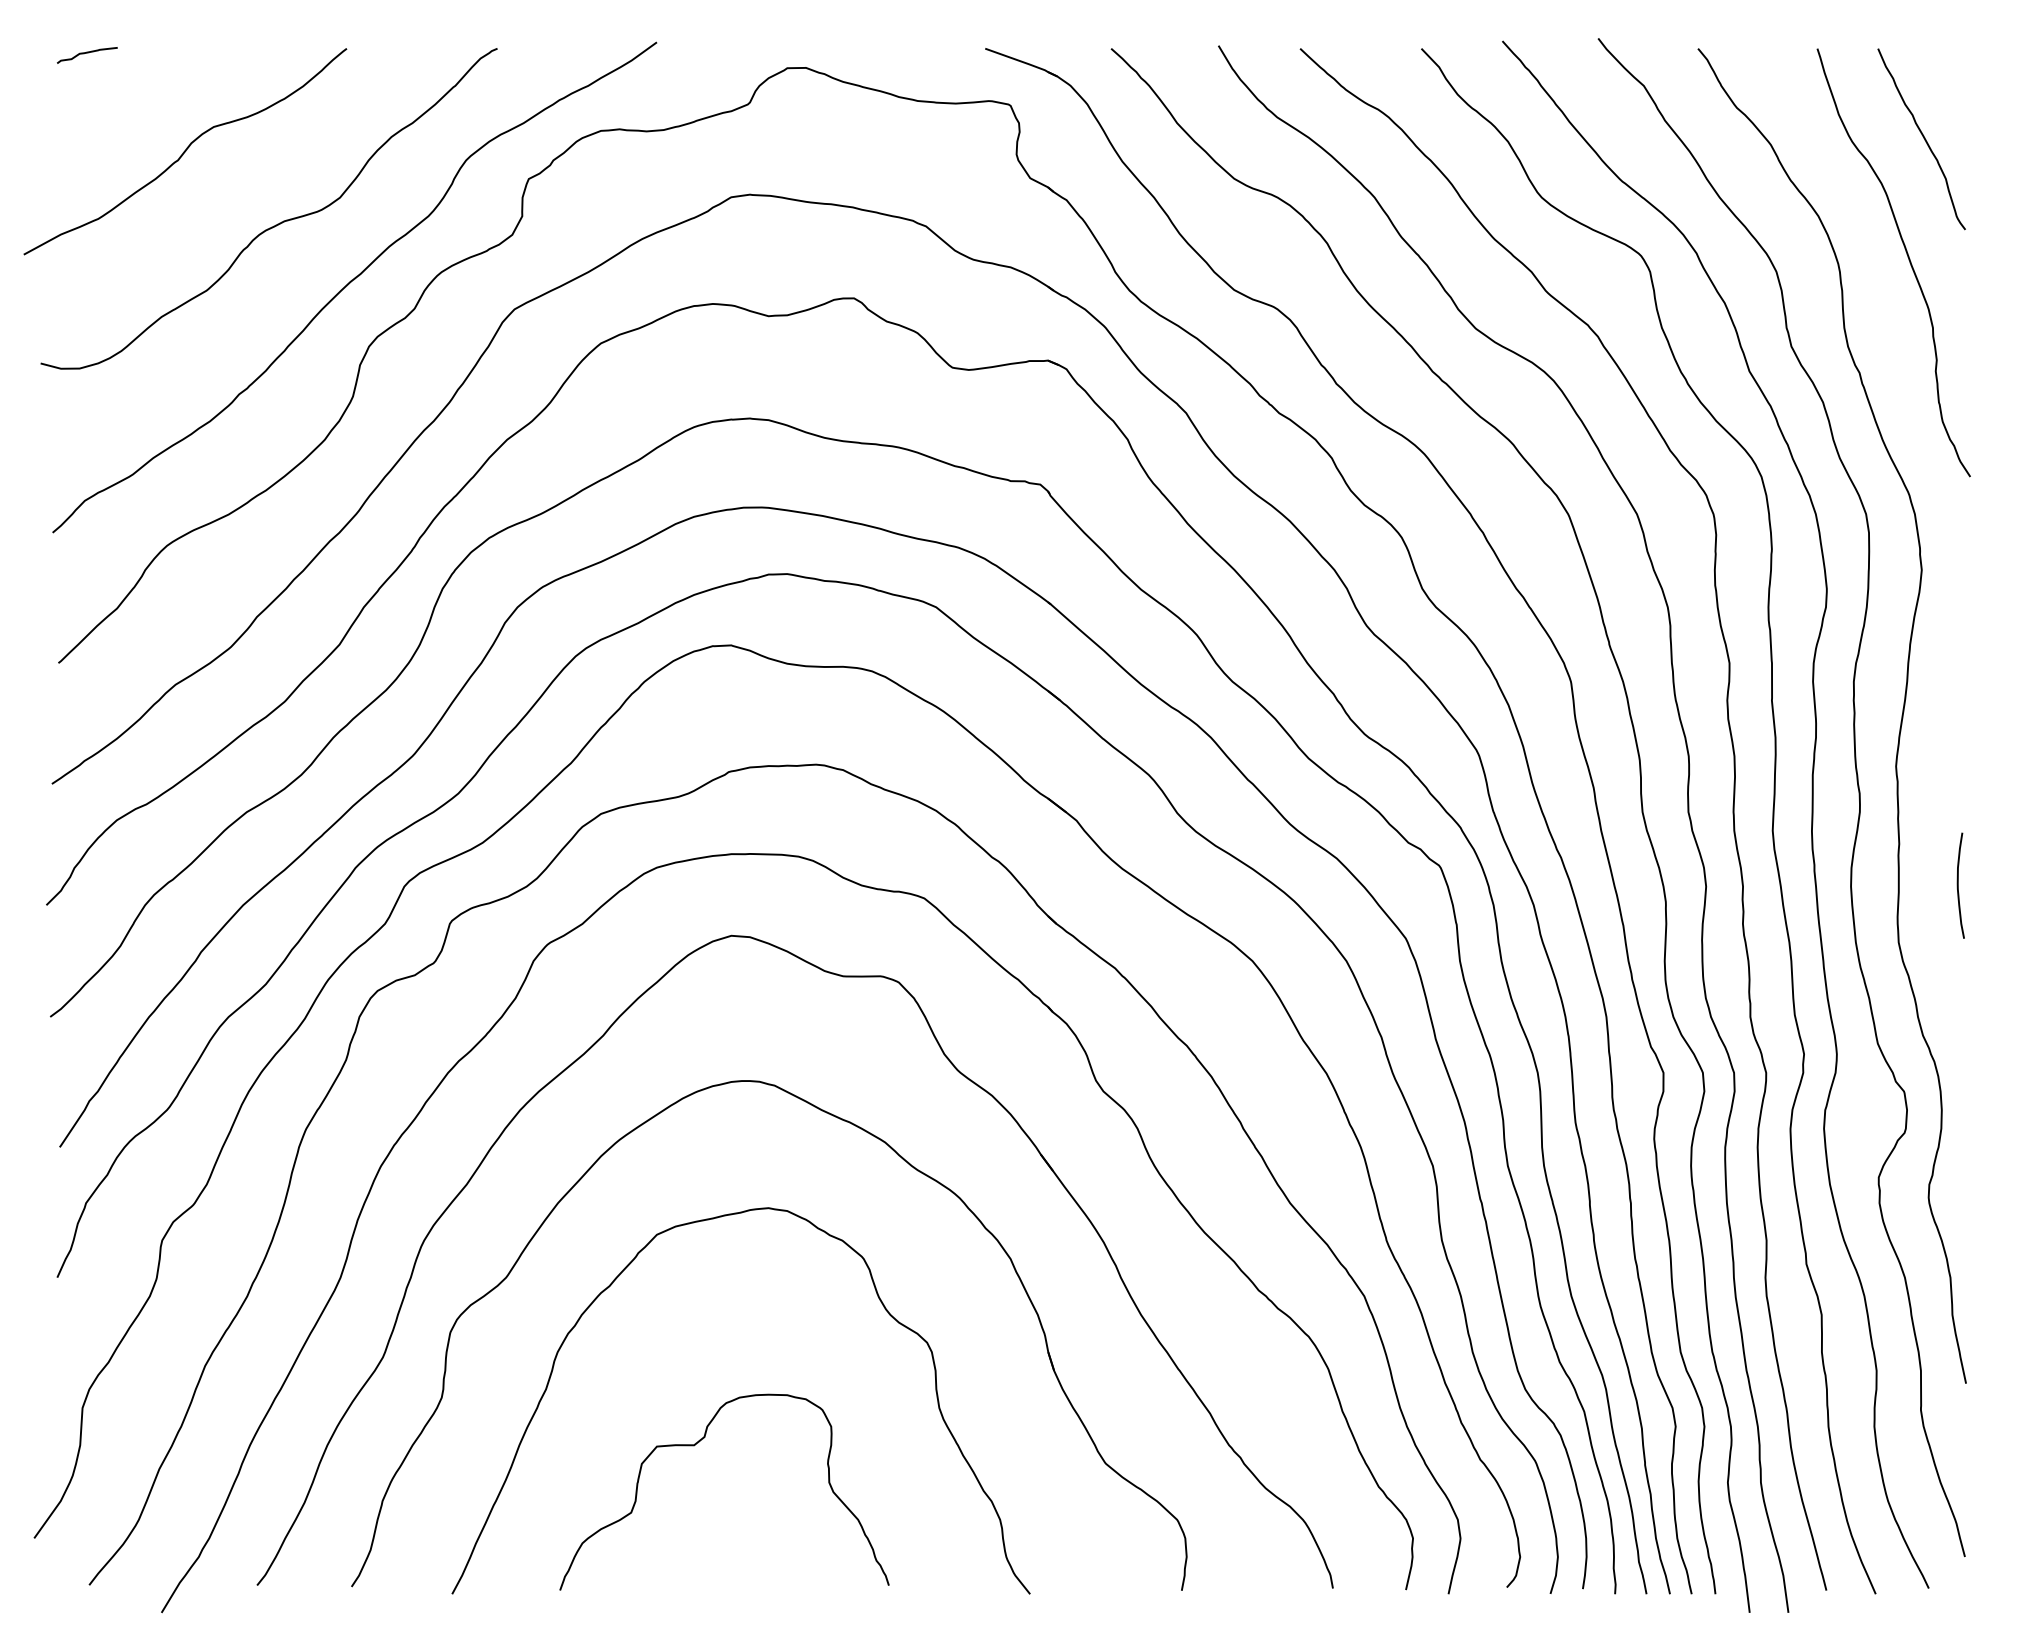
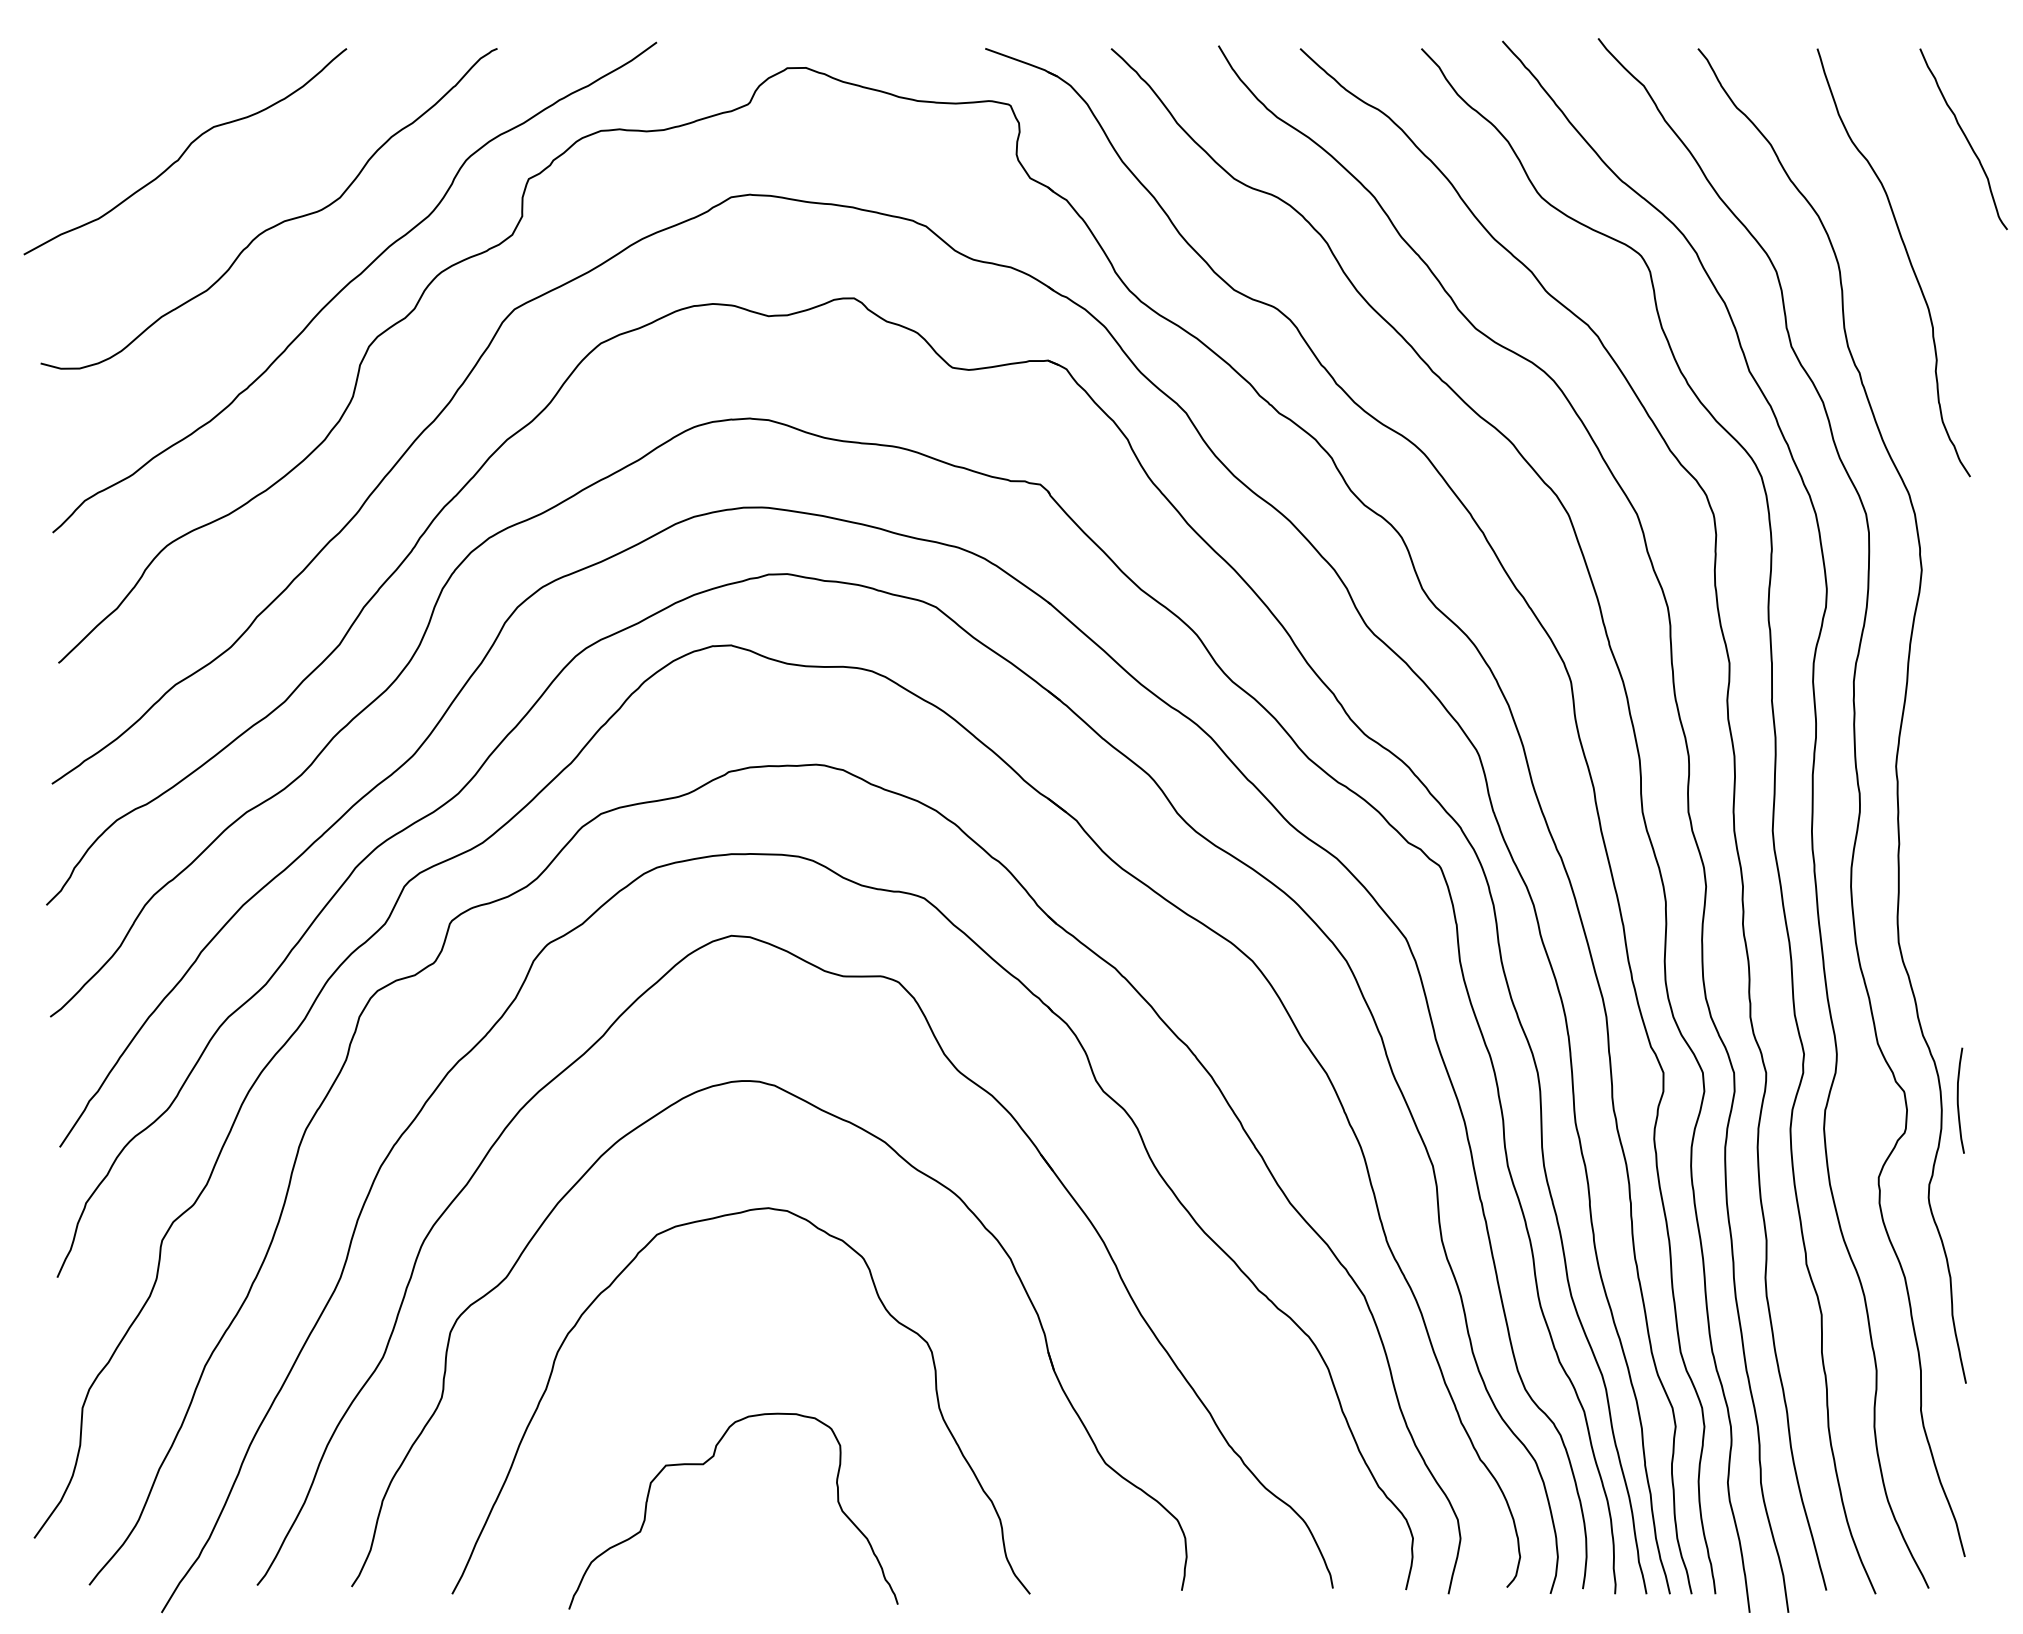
curve at (87, 53): present -> none
curve at (1923, 138) position: (1923, 138) -> (1965, 138)
curve at (1958, 885) position: (1958, 885) -> (1958, 1100)
curve at (694, 1446) position: (694, 1446) -> (703, 1465)
